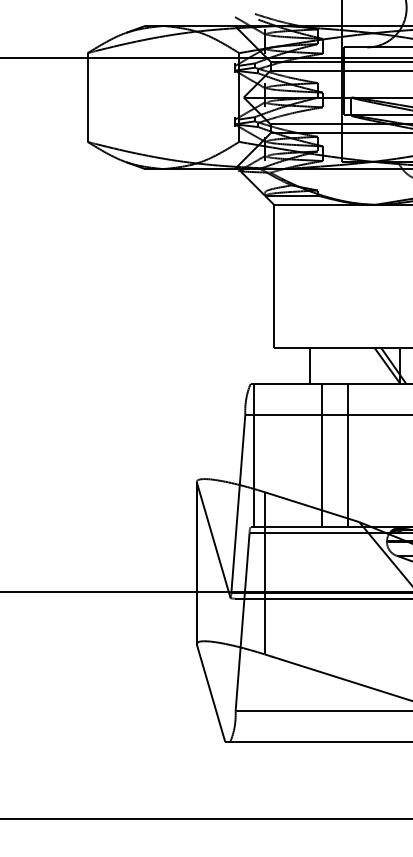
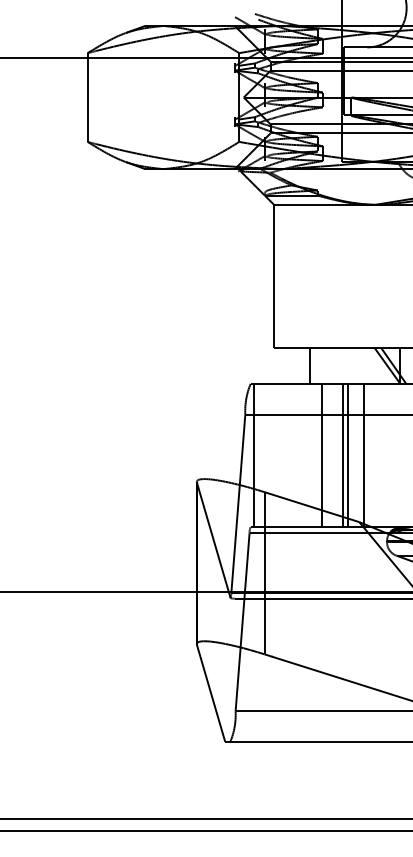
line at (342, 455): none -> present
line at (363, 455): none -> present
line at (205, 831): none -> present
